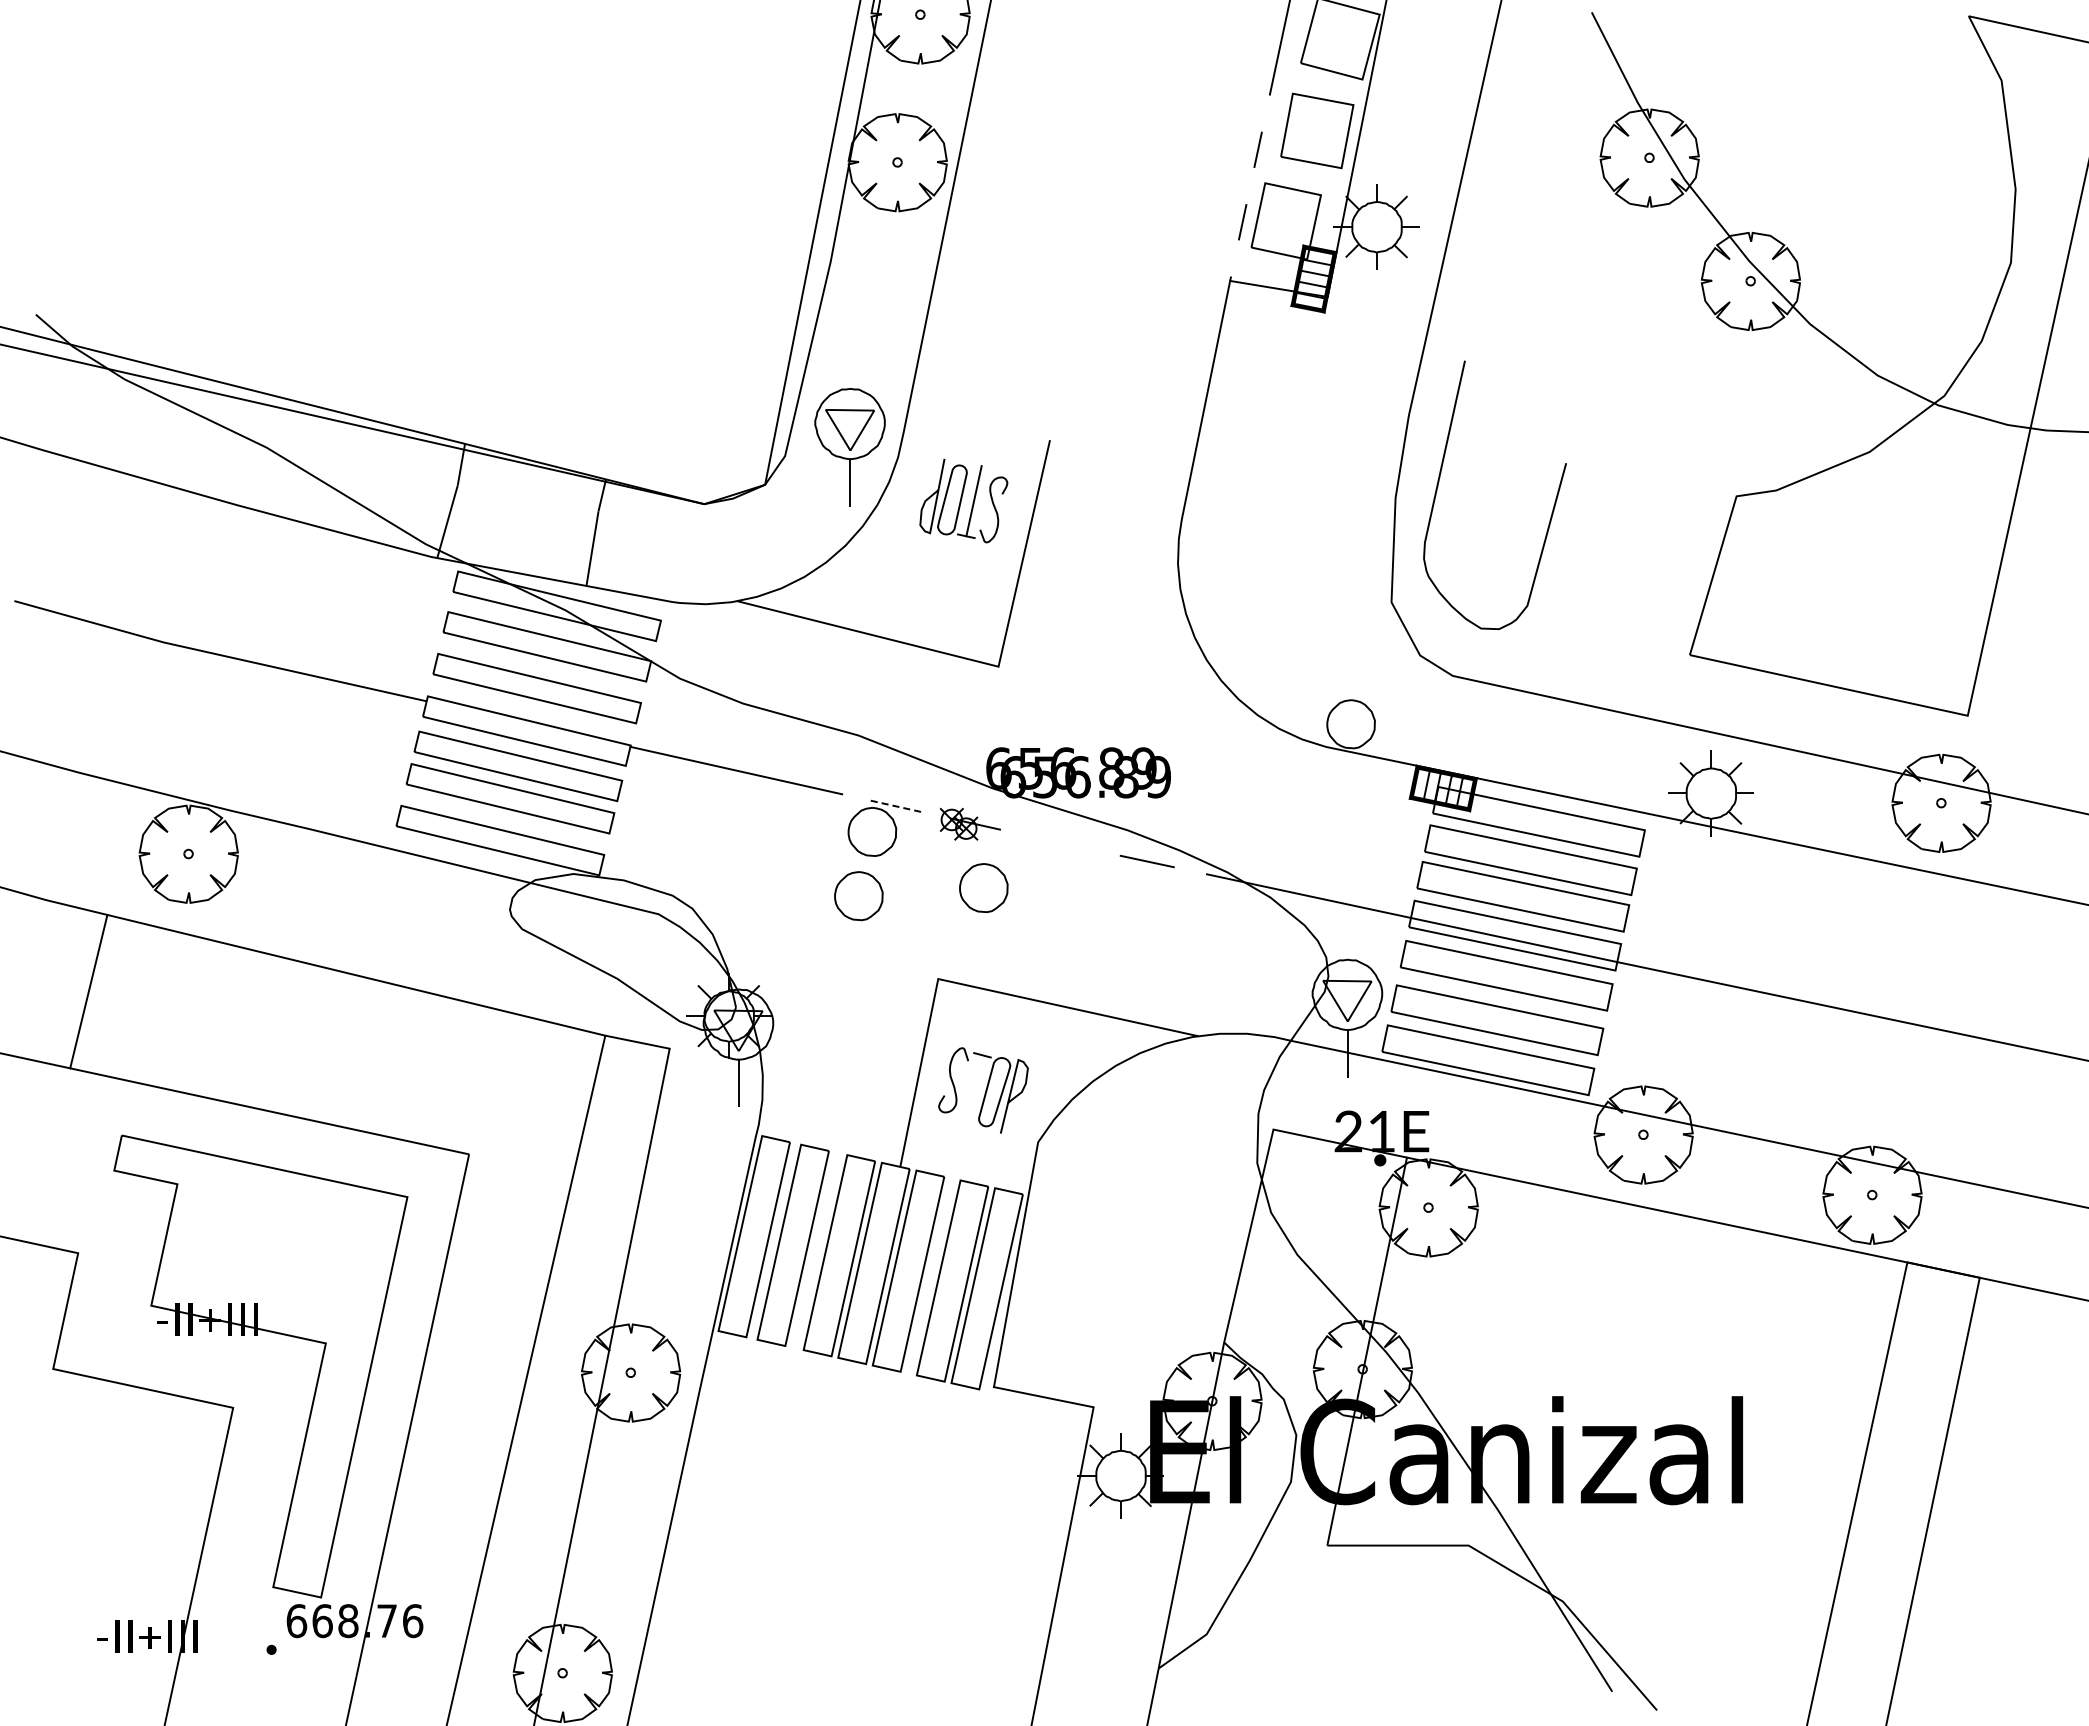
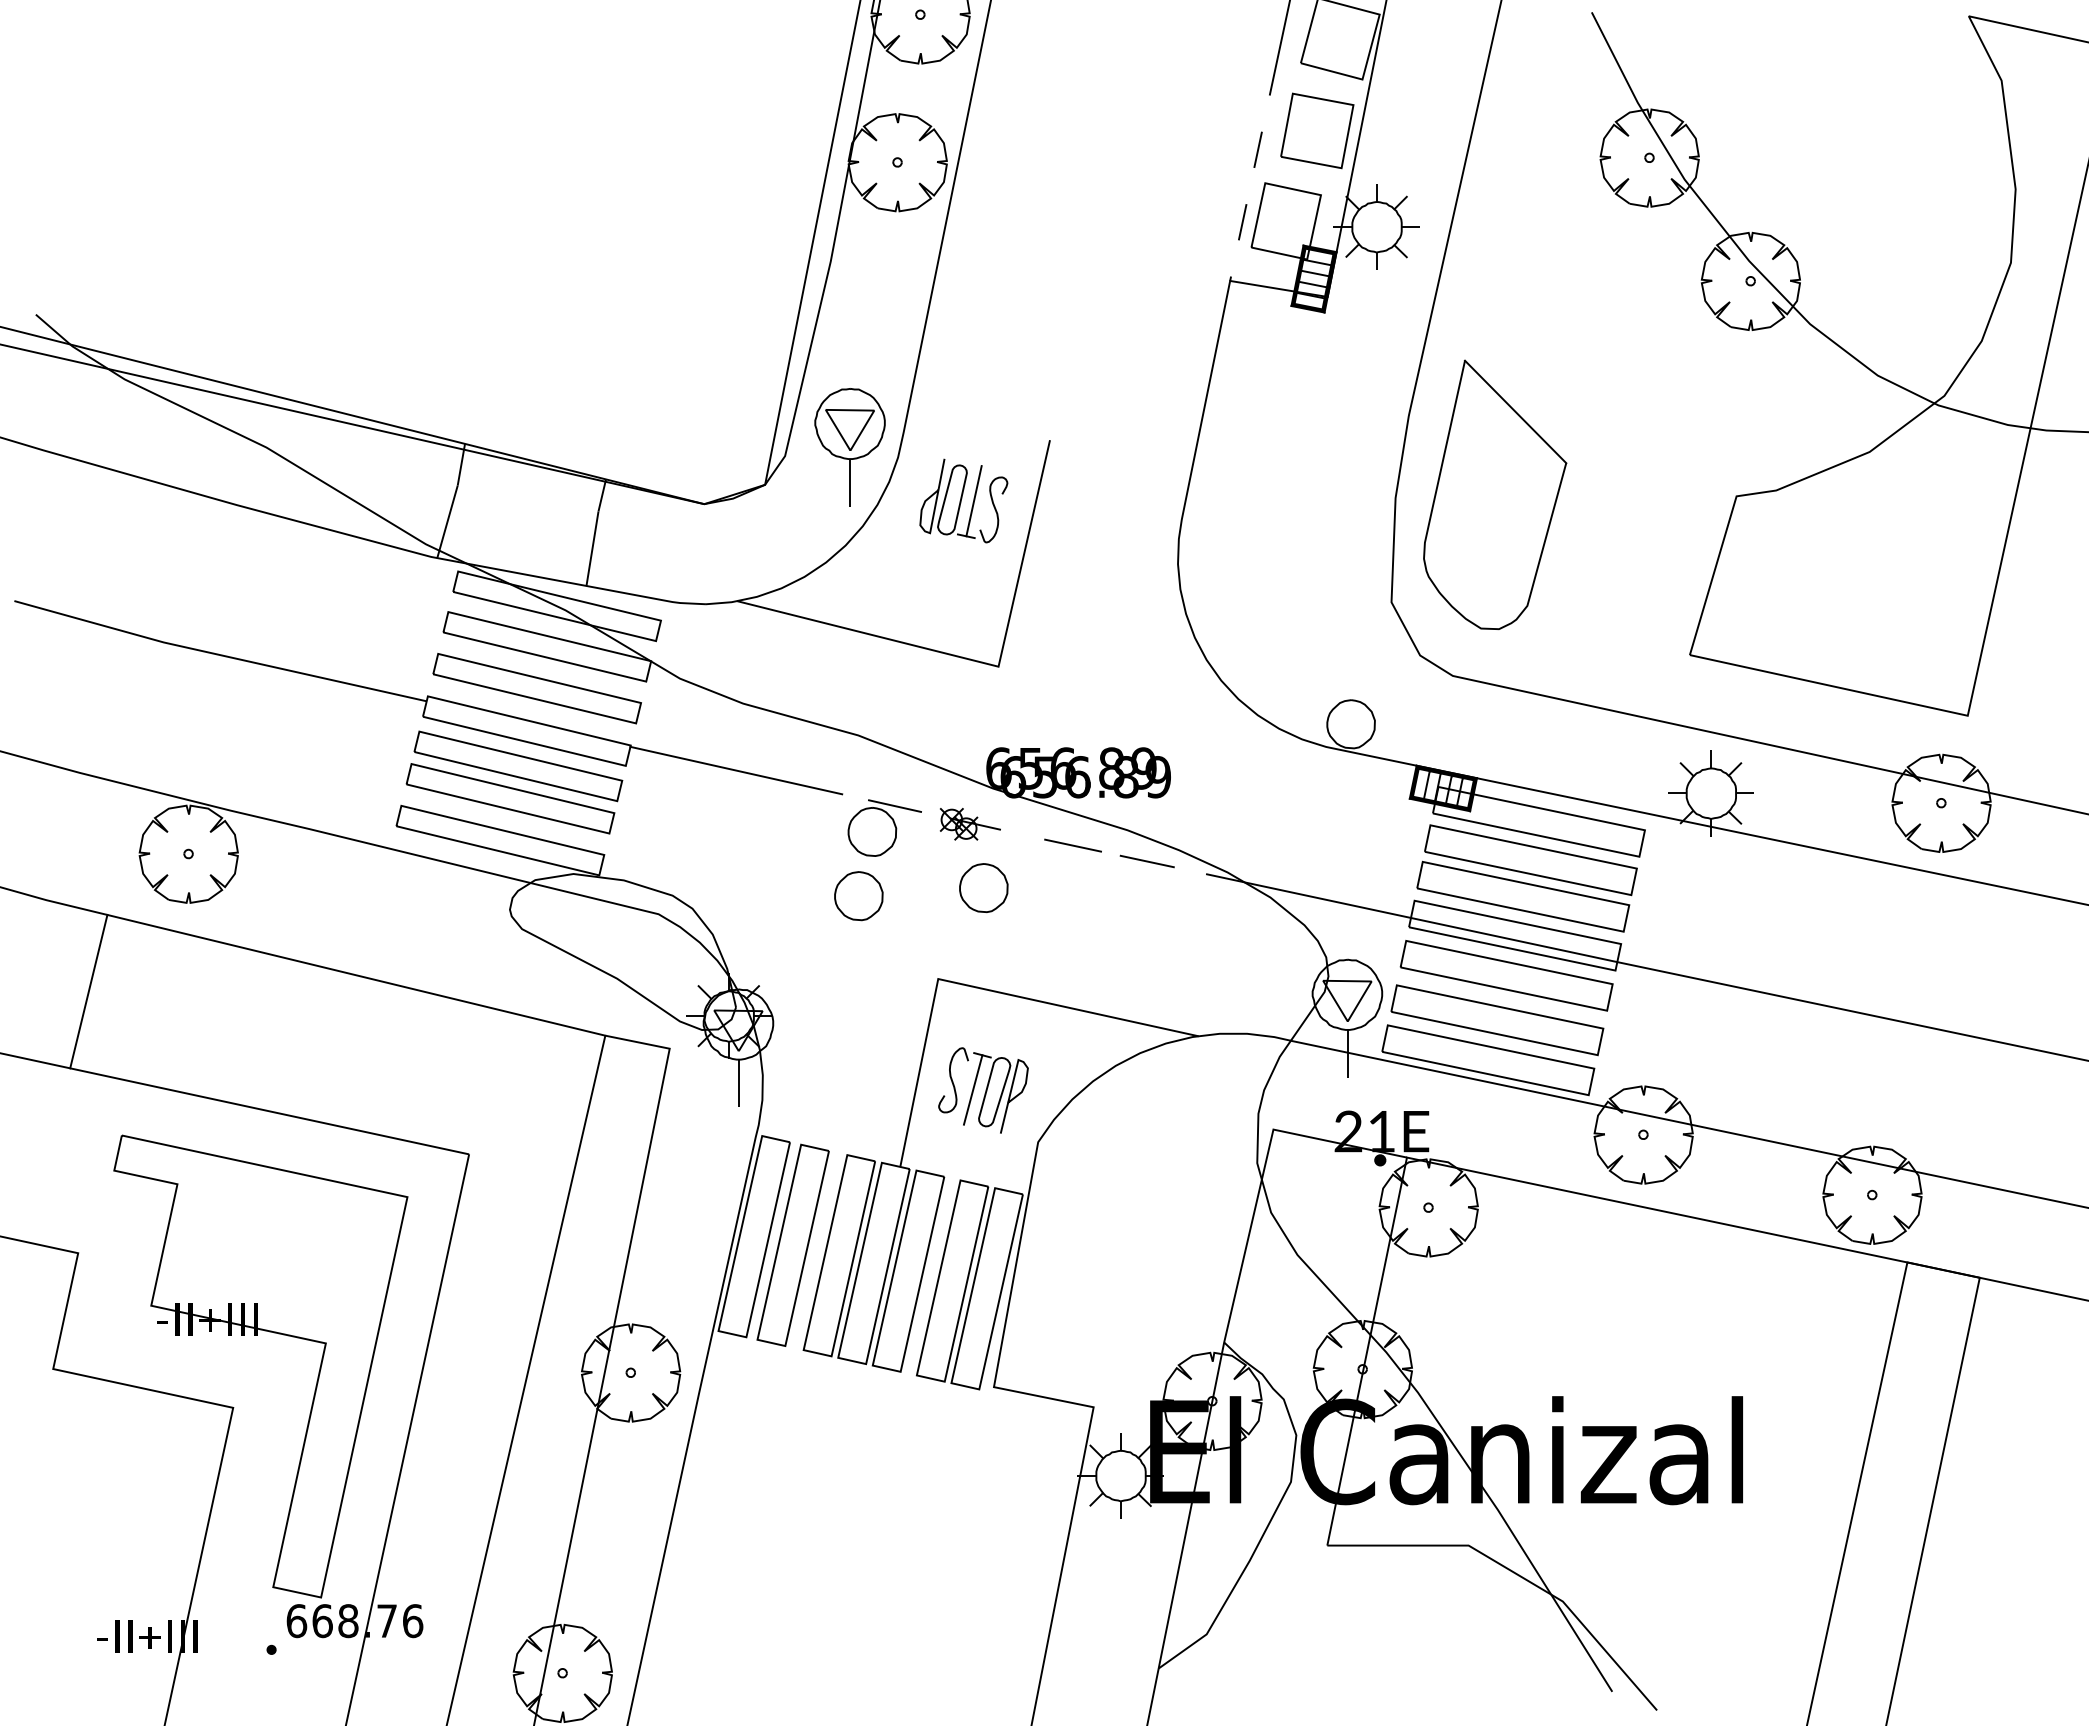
line at (1515, 411): none -> present
line at (895, 806): dashed -> solid
line at (1073, 845): none -> present
line at (972, 1089): none -> present
